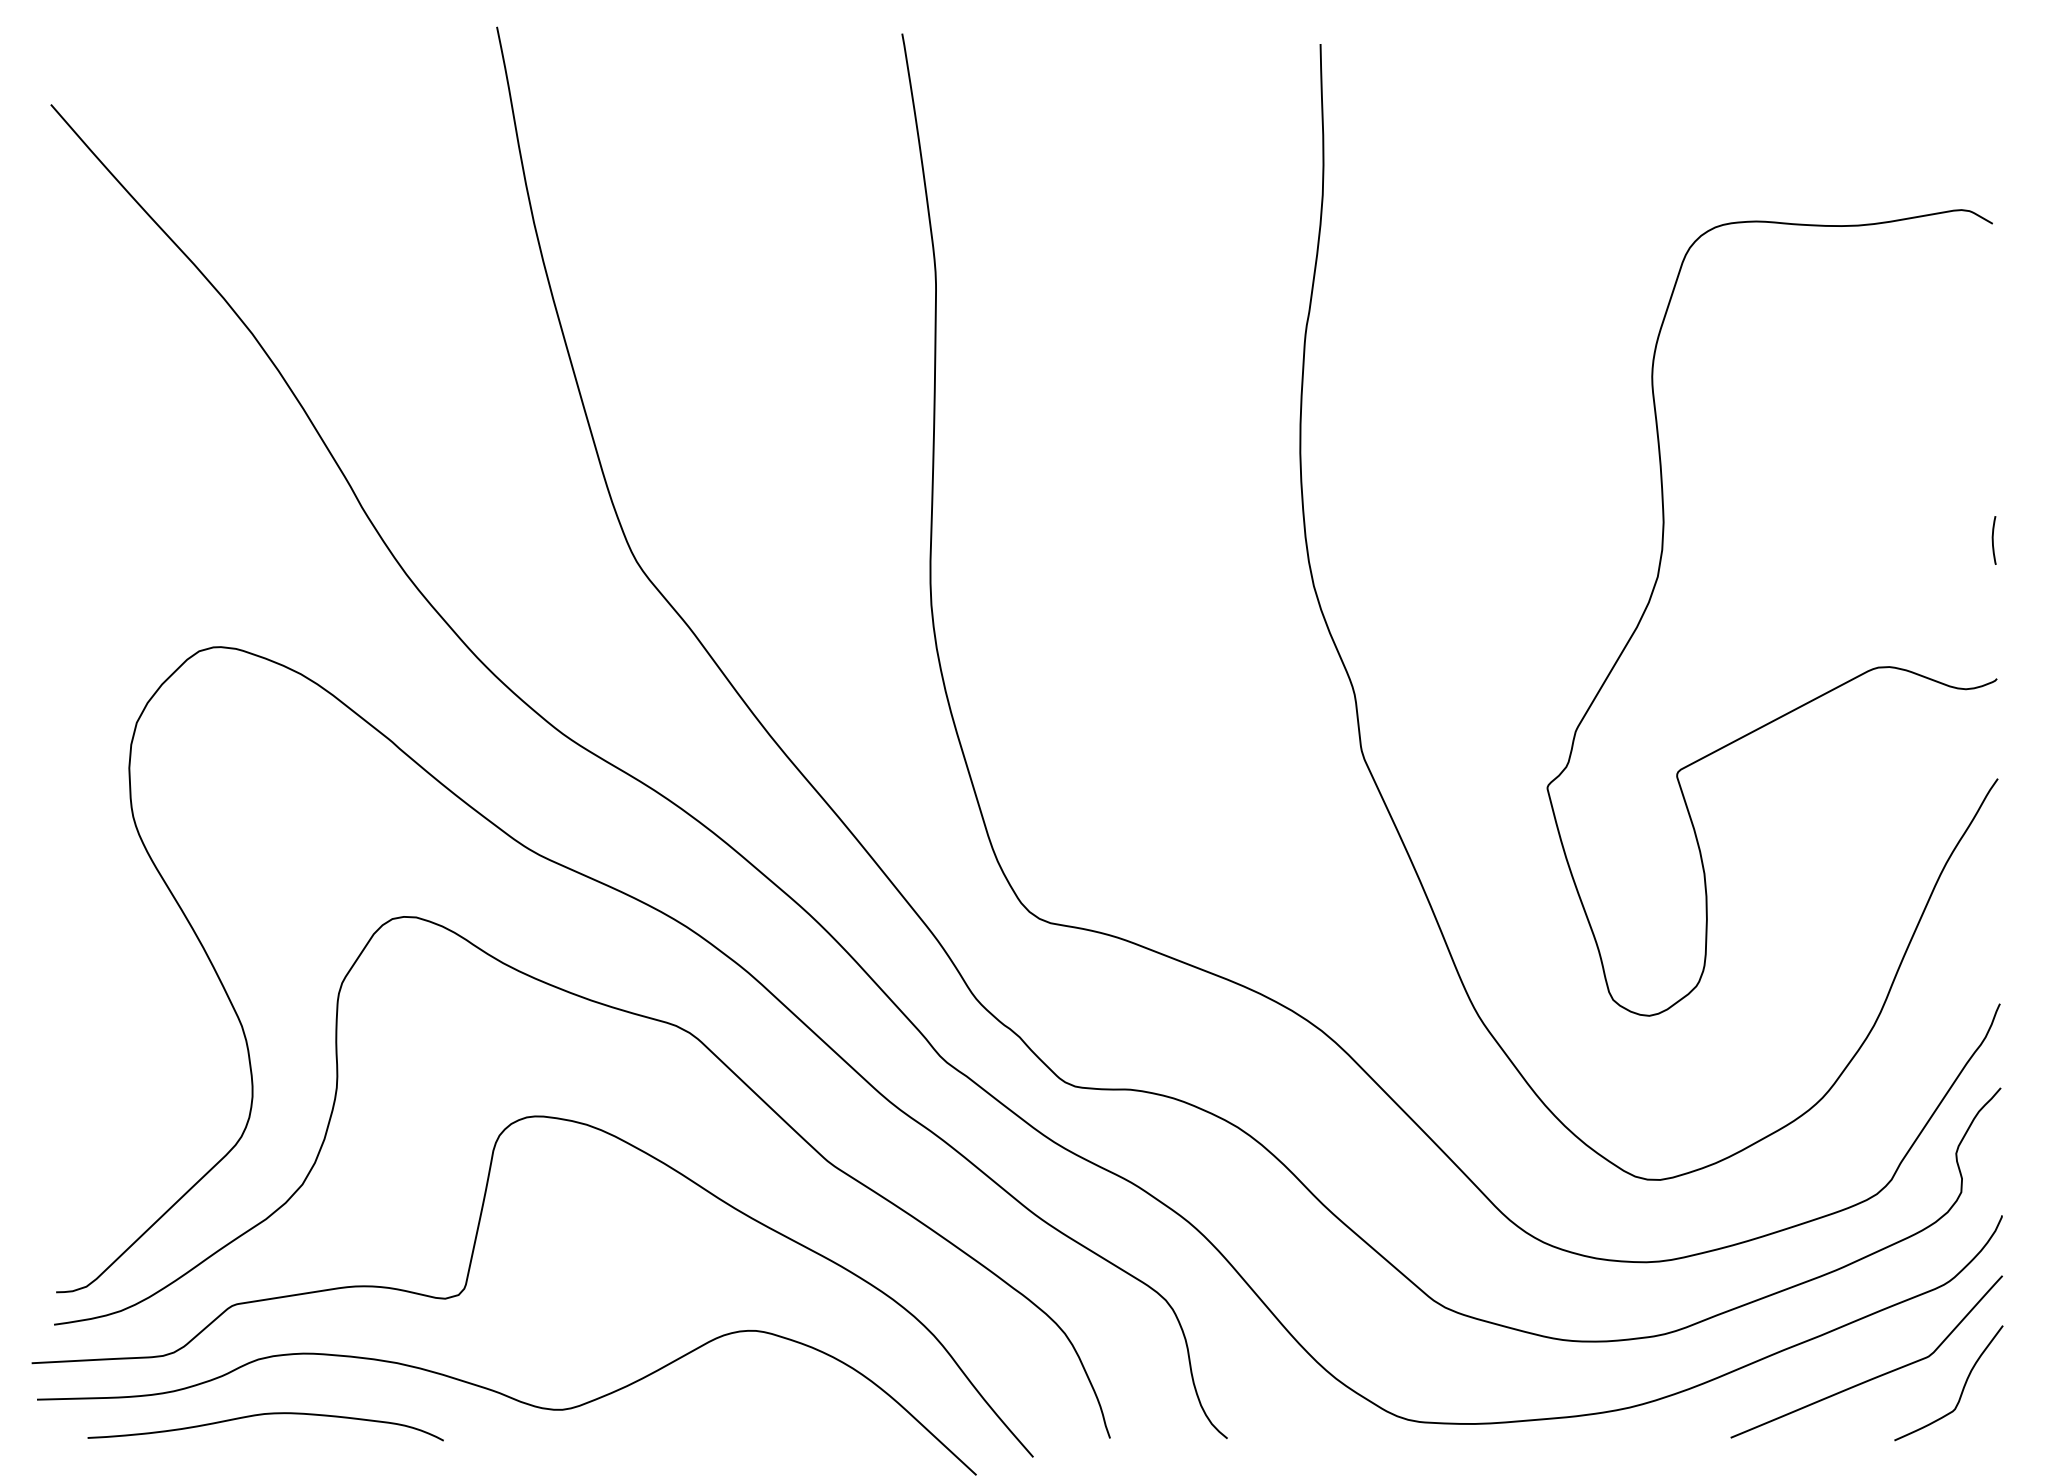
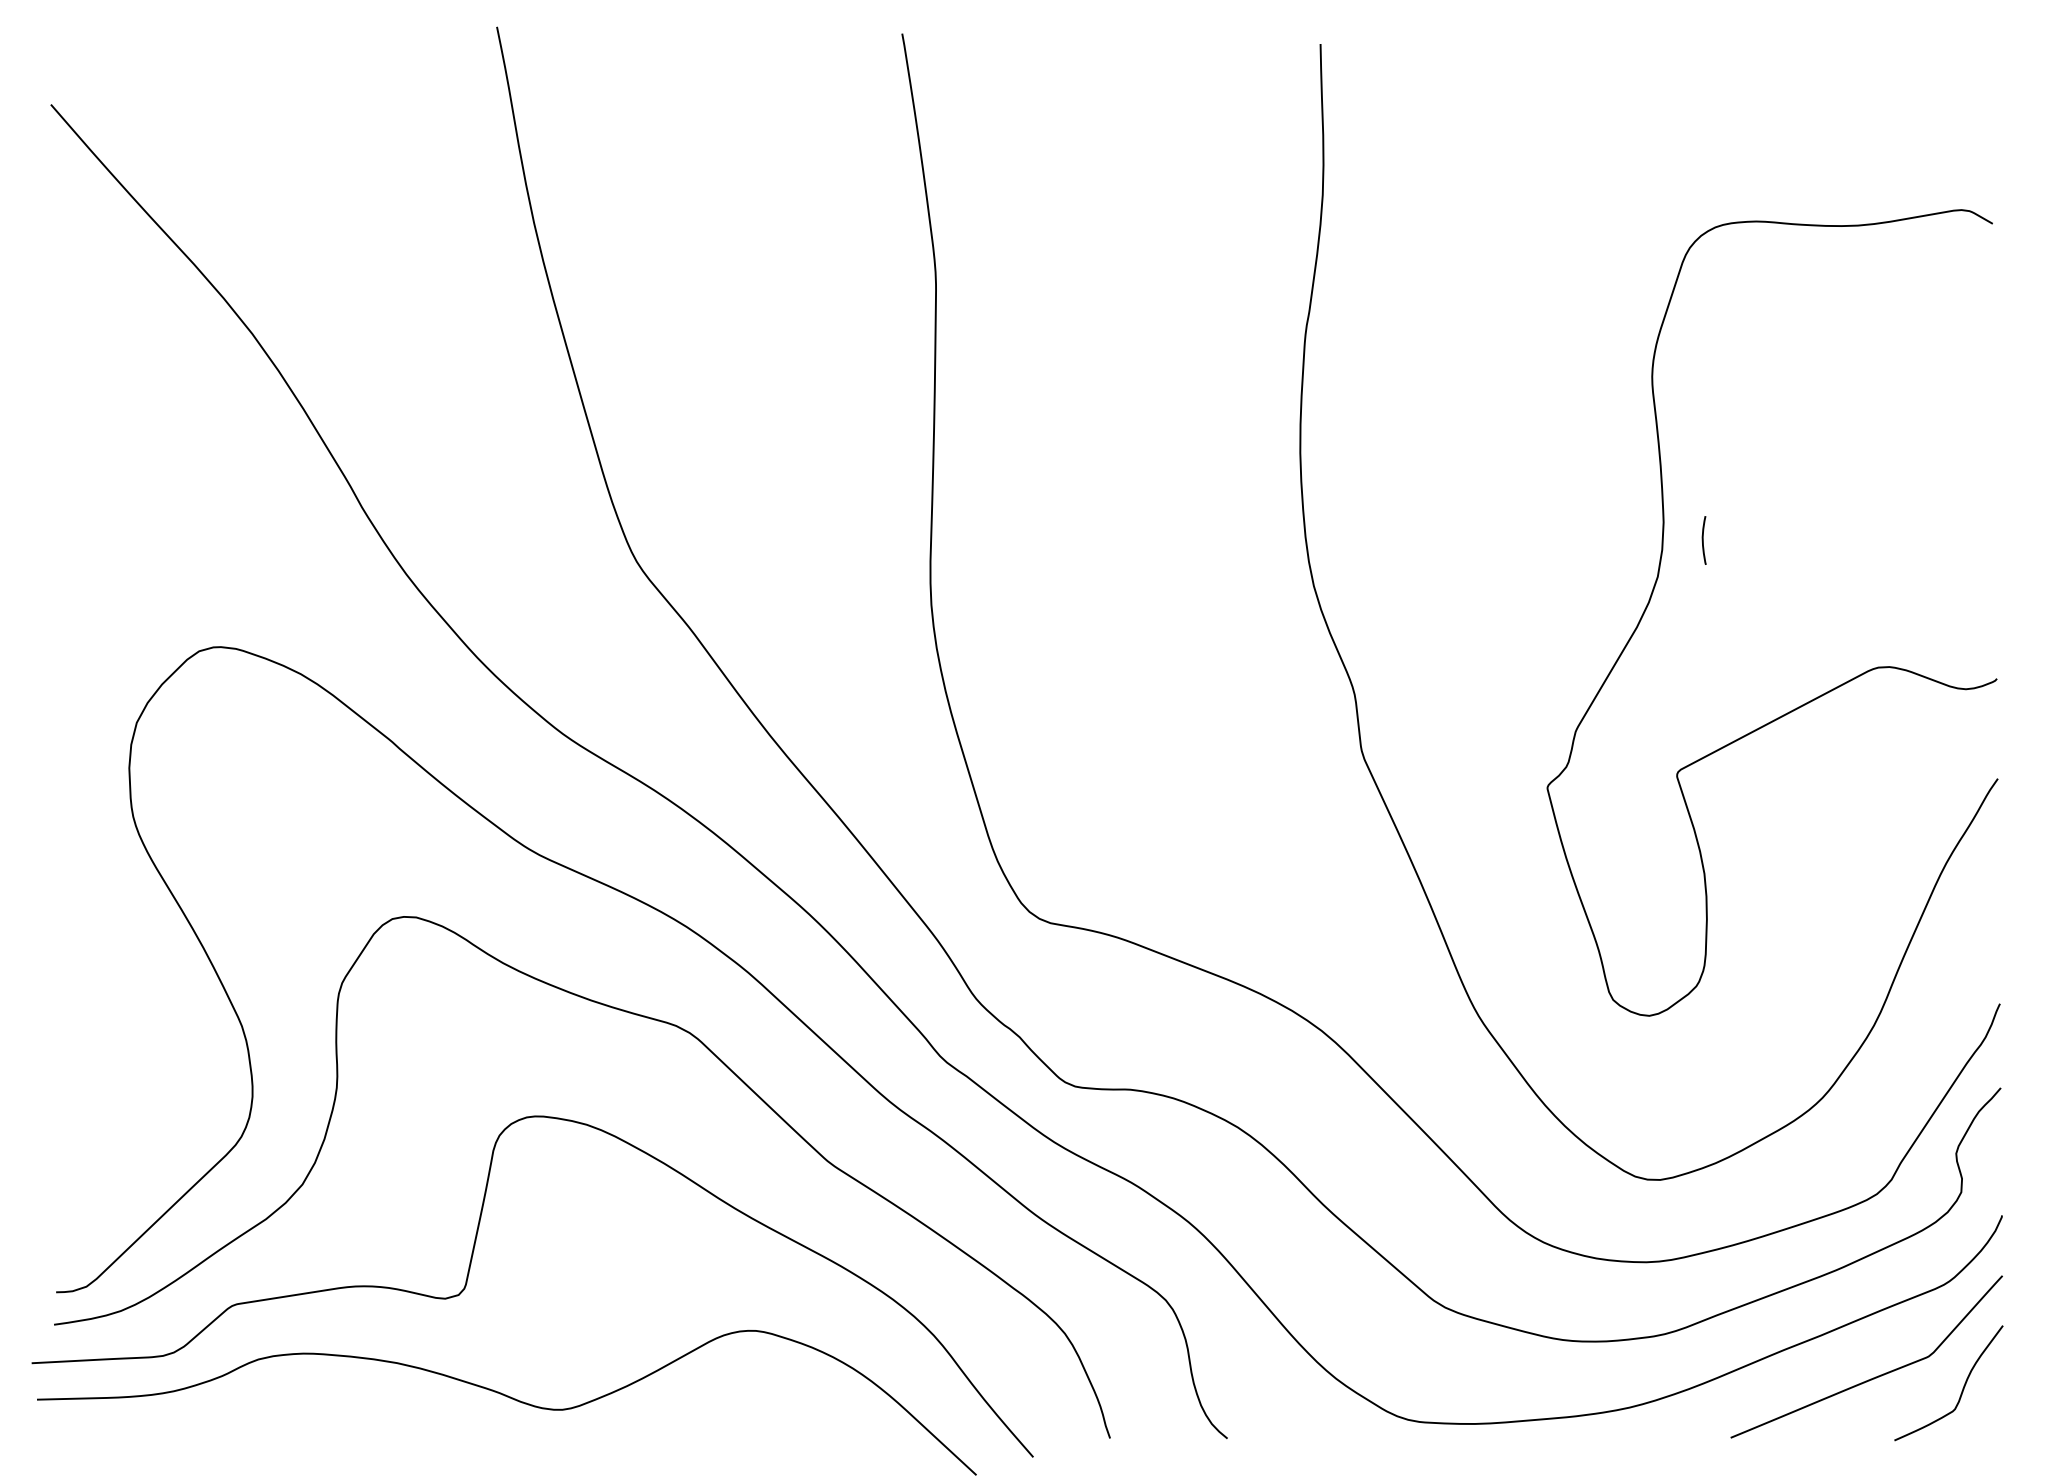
curve at (1993, 540) position: (1993, 540) -> (1703, 540)
curve at (263, 1415): present -> none
